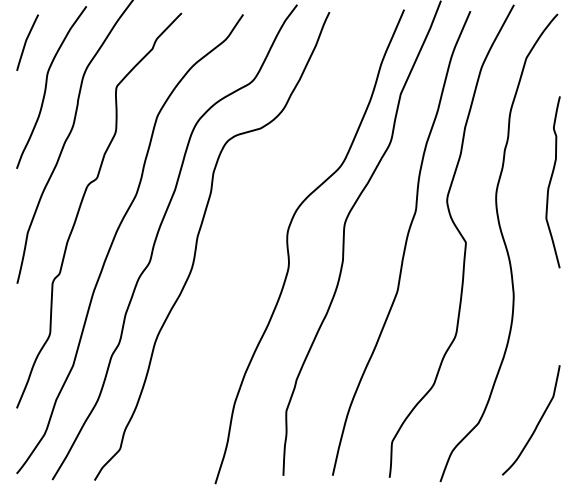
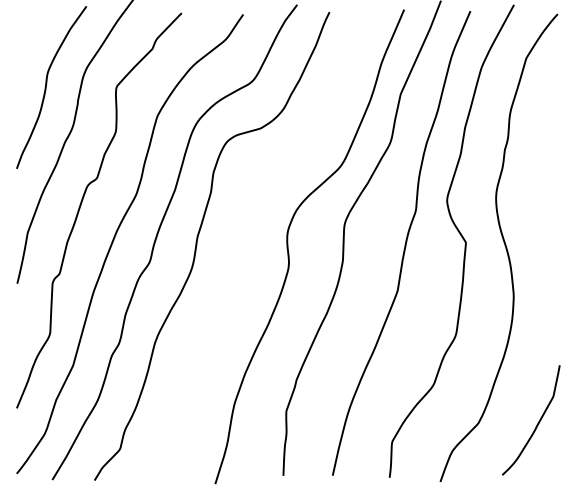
curve at (26, 42): present -> none
curve at (551, 181): present -> none
